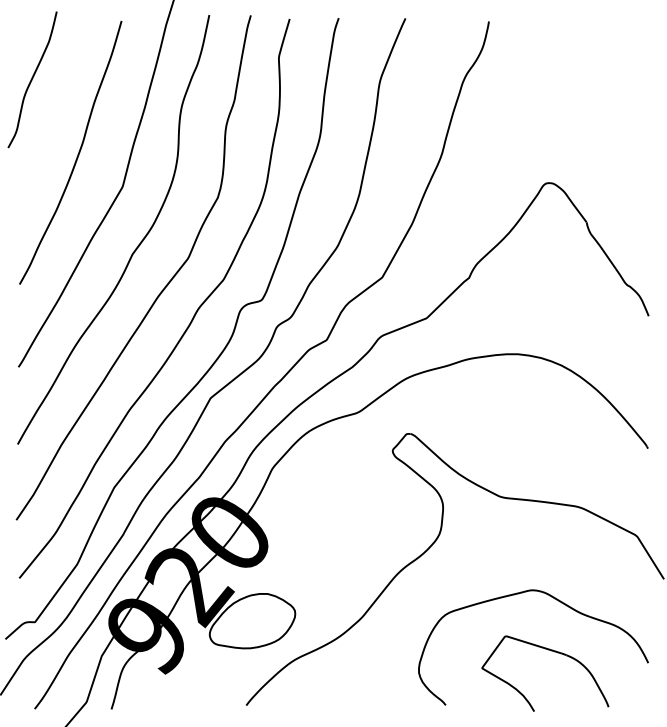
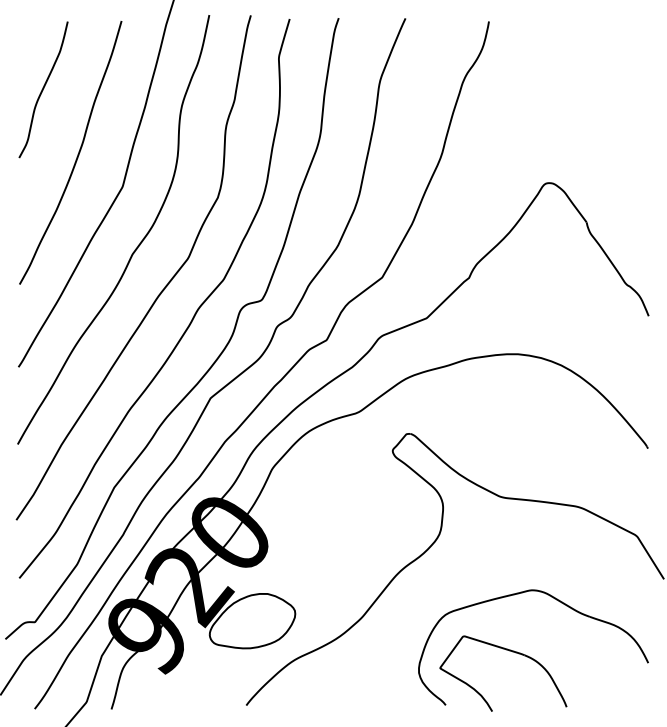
curve at (32, 79) position: (32, 79) -> (43, 89)
part at (551, 651) position: (551, 651) -> (509, 651)
